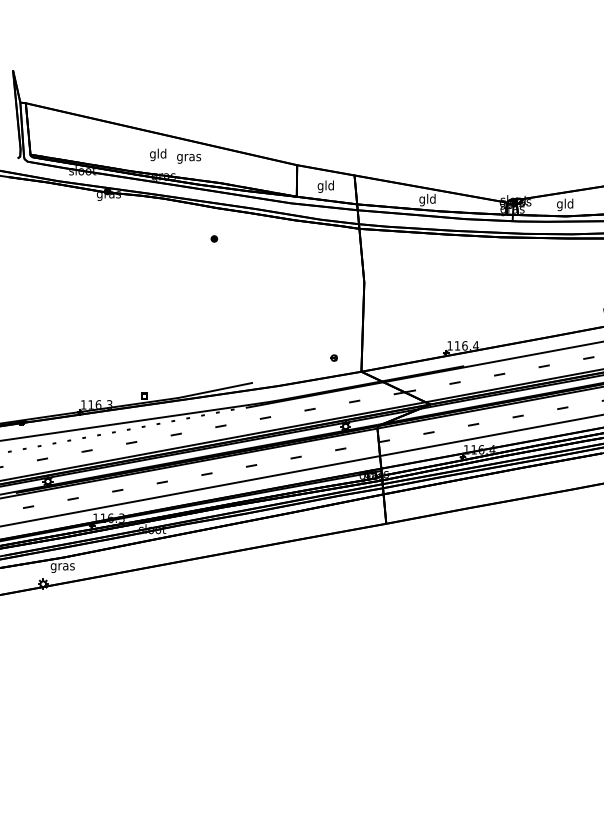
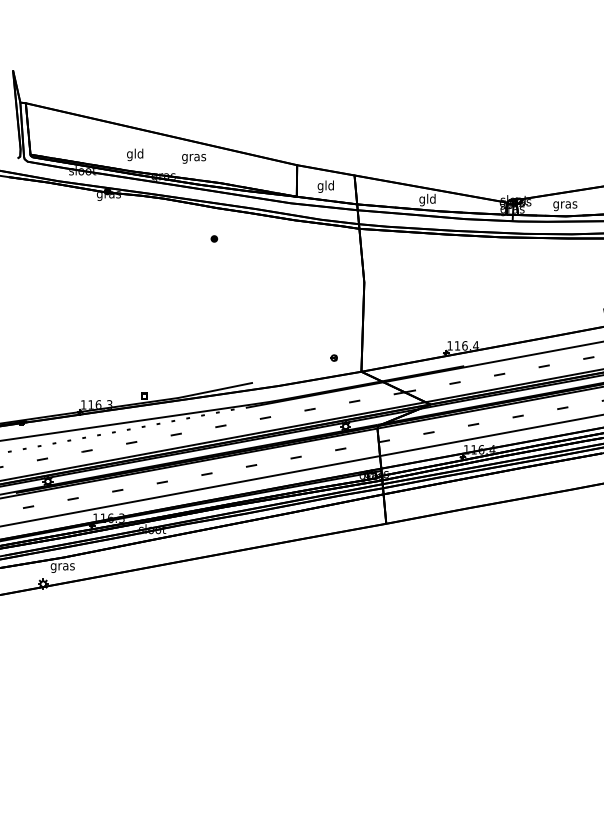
text at (158, 154) position: (158, 154) -> (135, 154)
text at (189, 158) position: (189, 158) -> (194, 158)
text at (565, 204): gld -> gras
